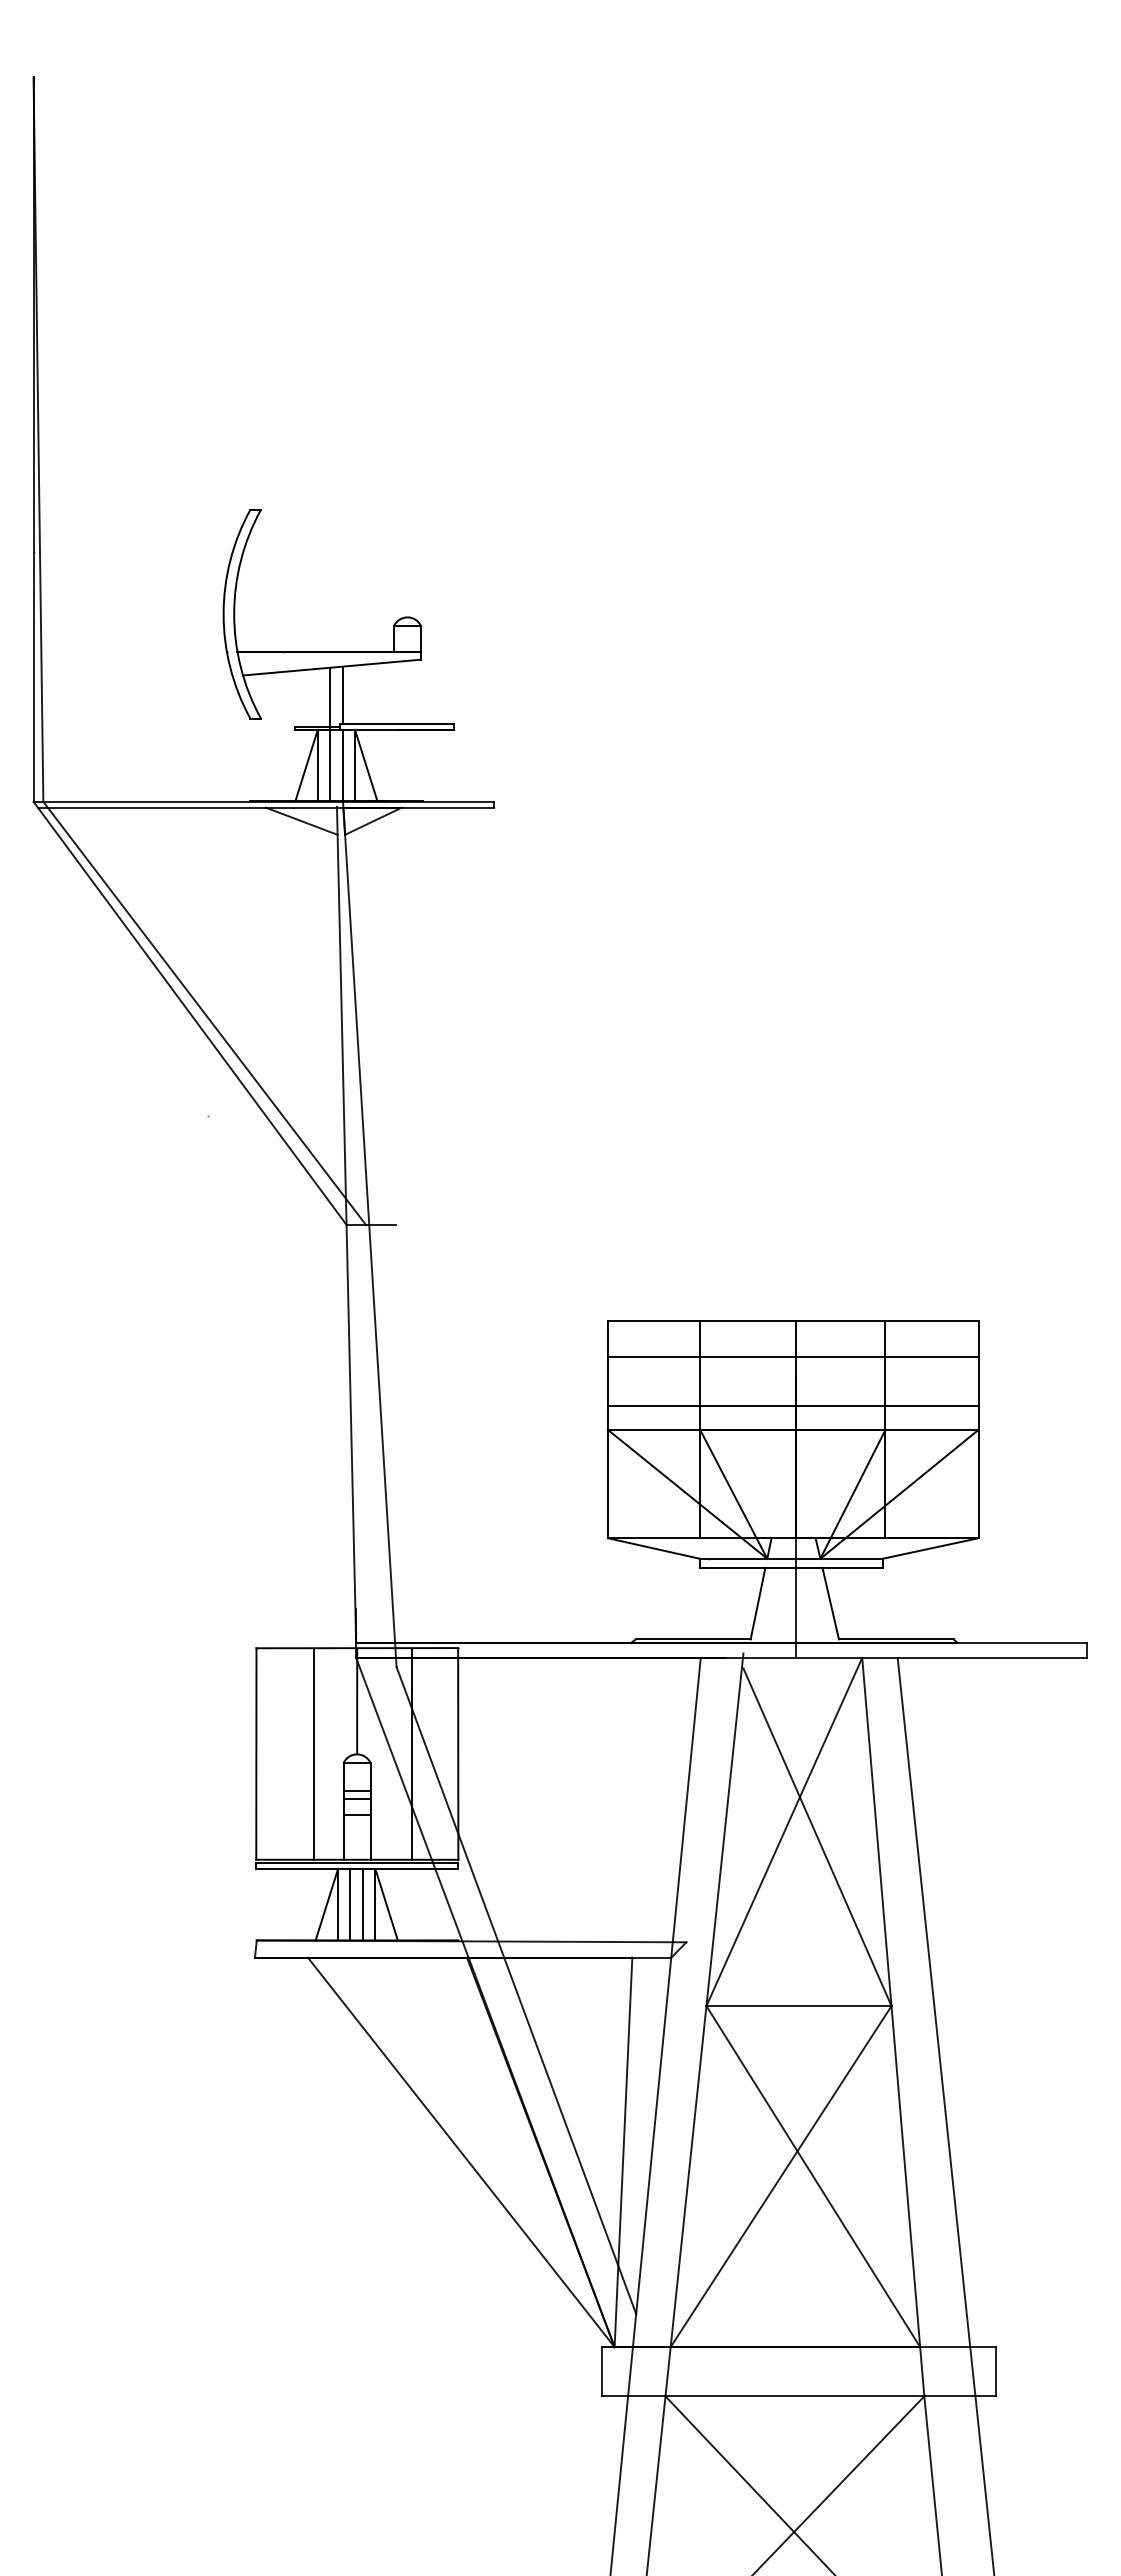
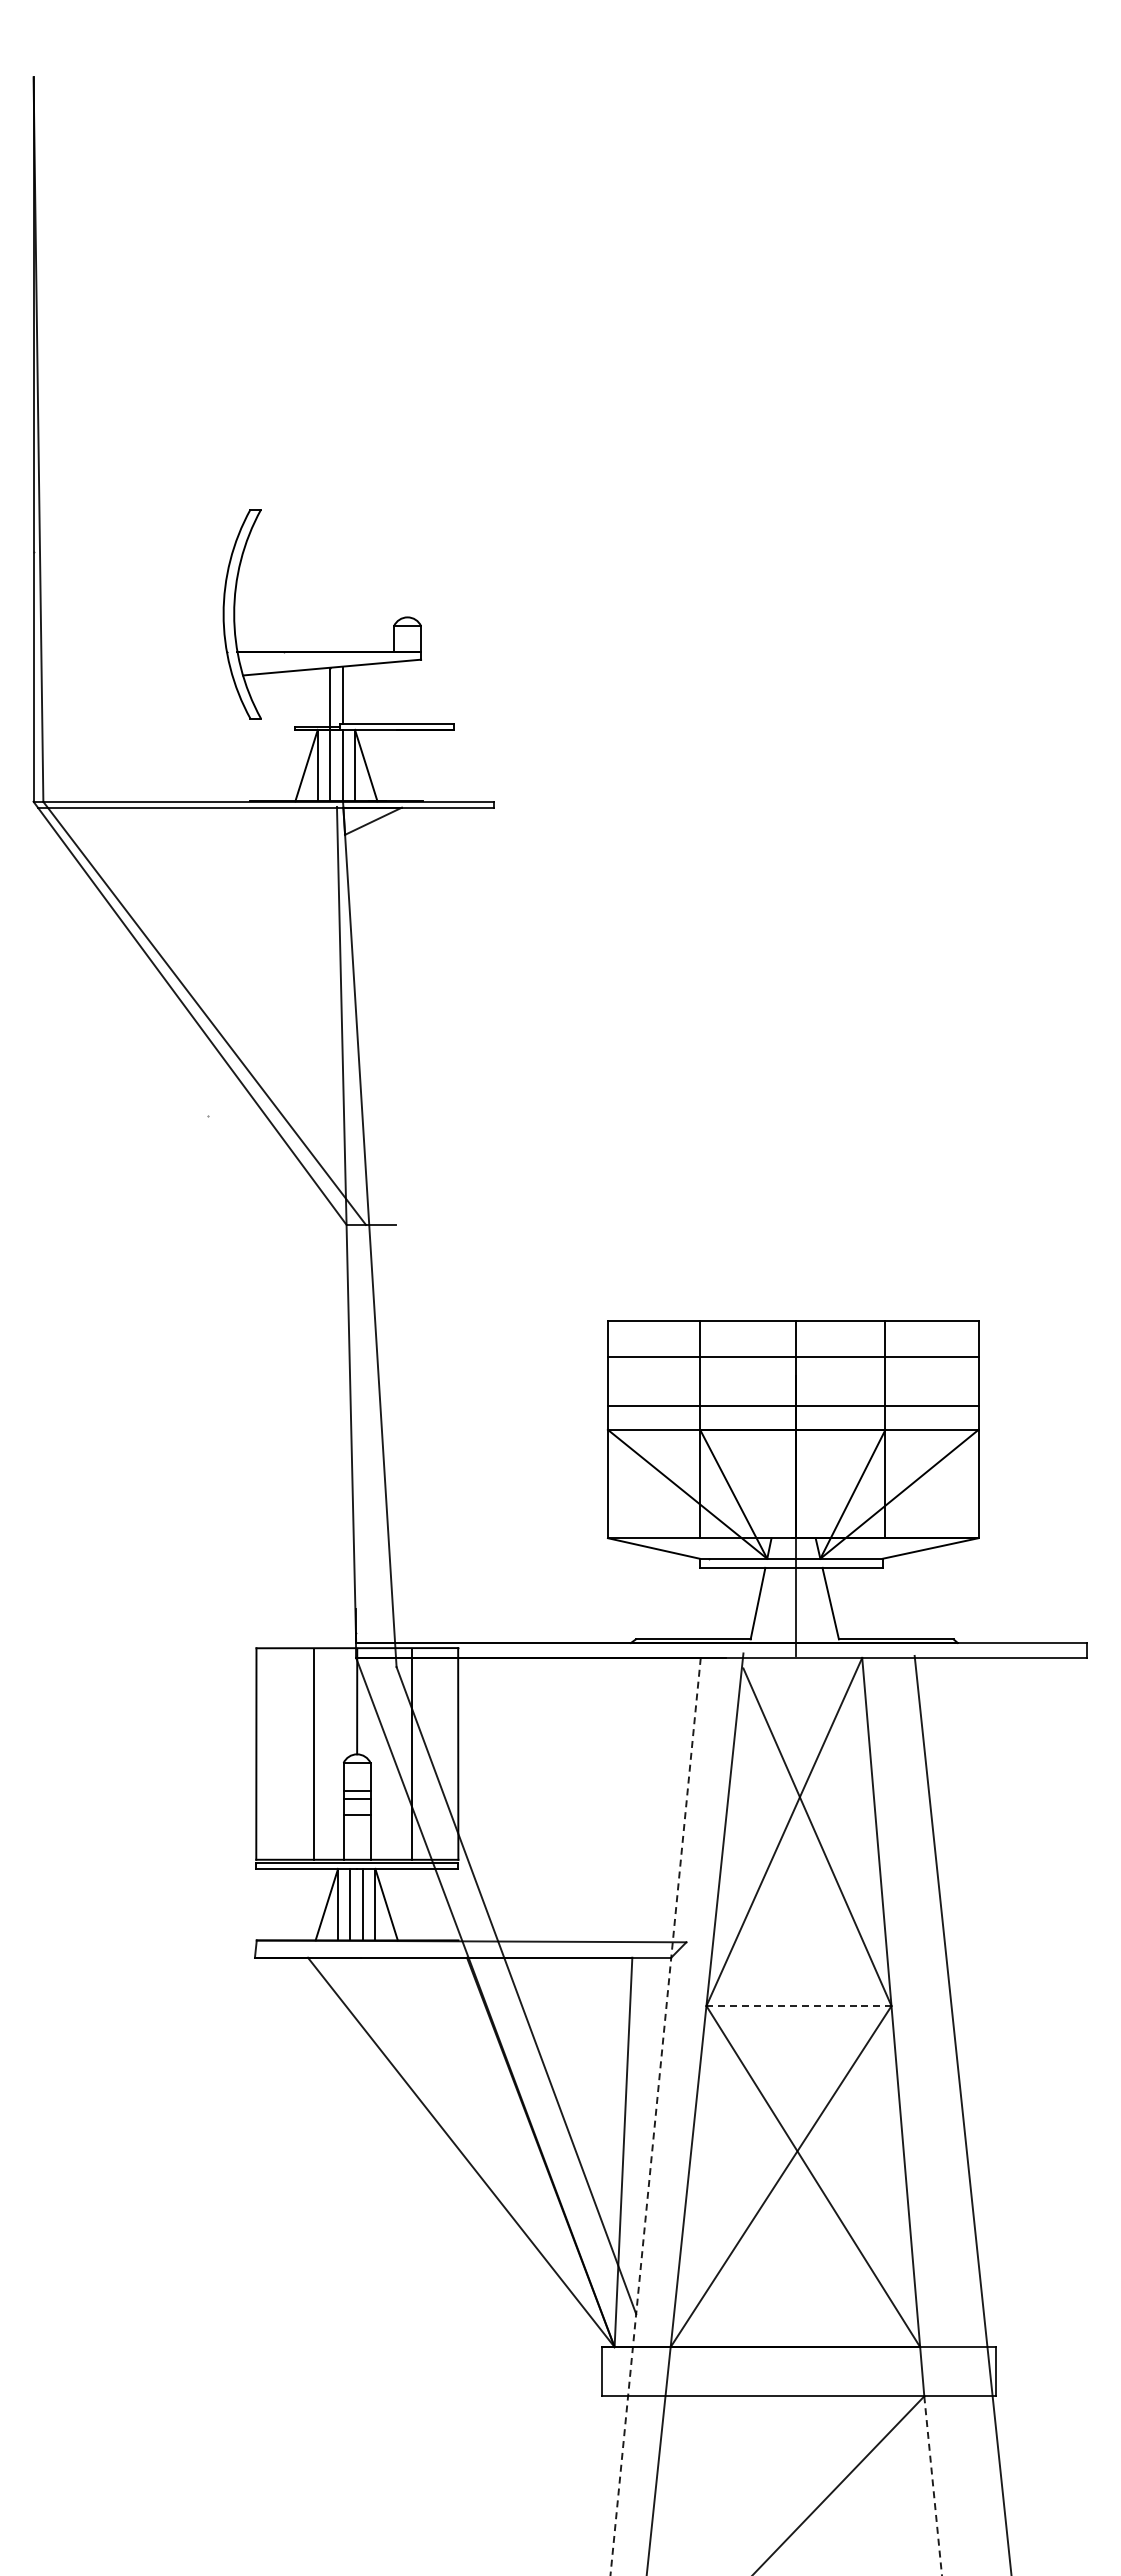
line at (301, 820): present -> none
line at (799, 2006): solid -> dashed
line at (945, 2114) position: (945, 2114) -> (962, 2113)
line at (655, 2116): solid -> dashed
line at (748, 2484): present -> none
line at (933, 2485): solid -> dashed
